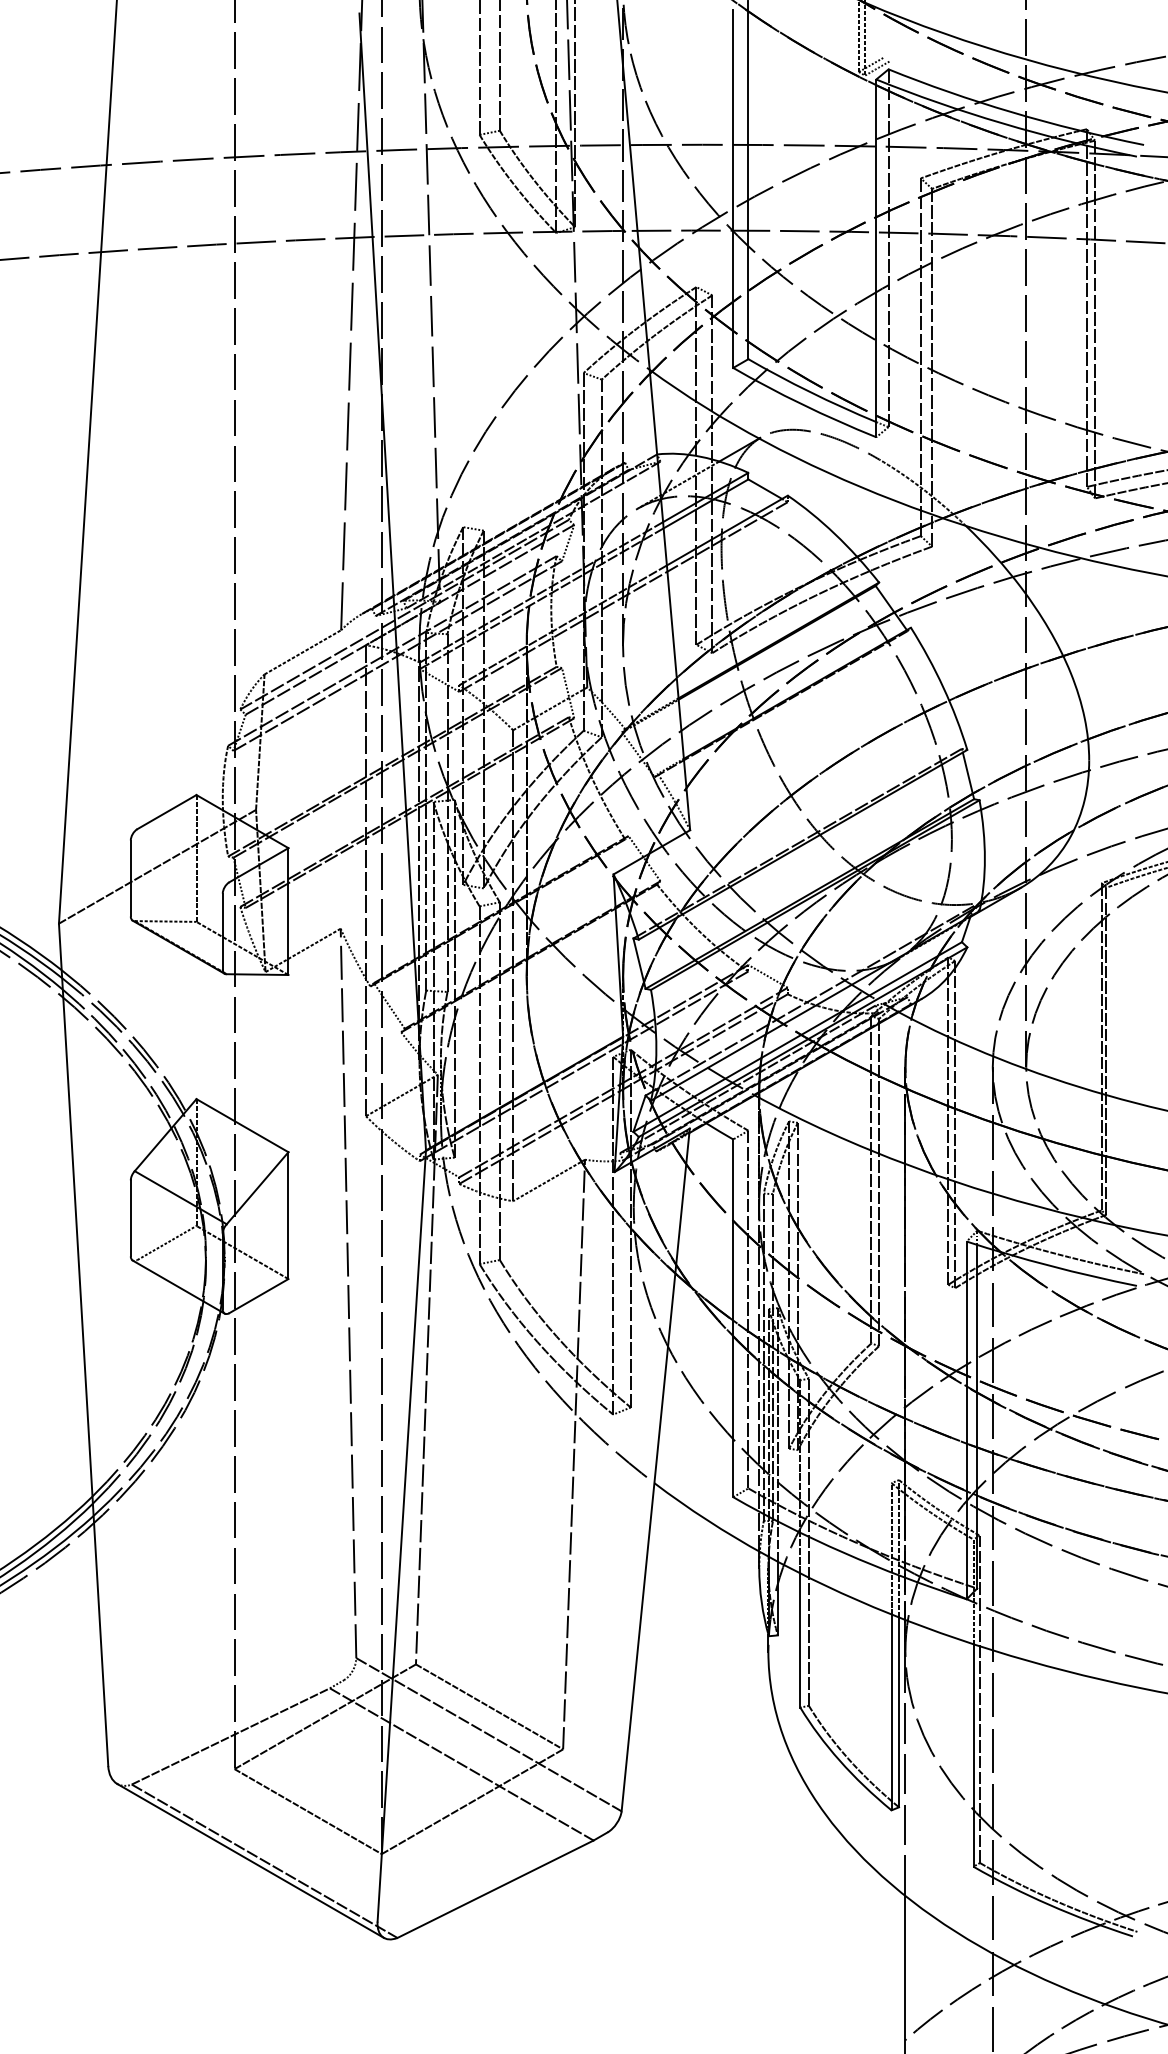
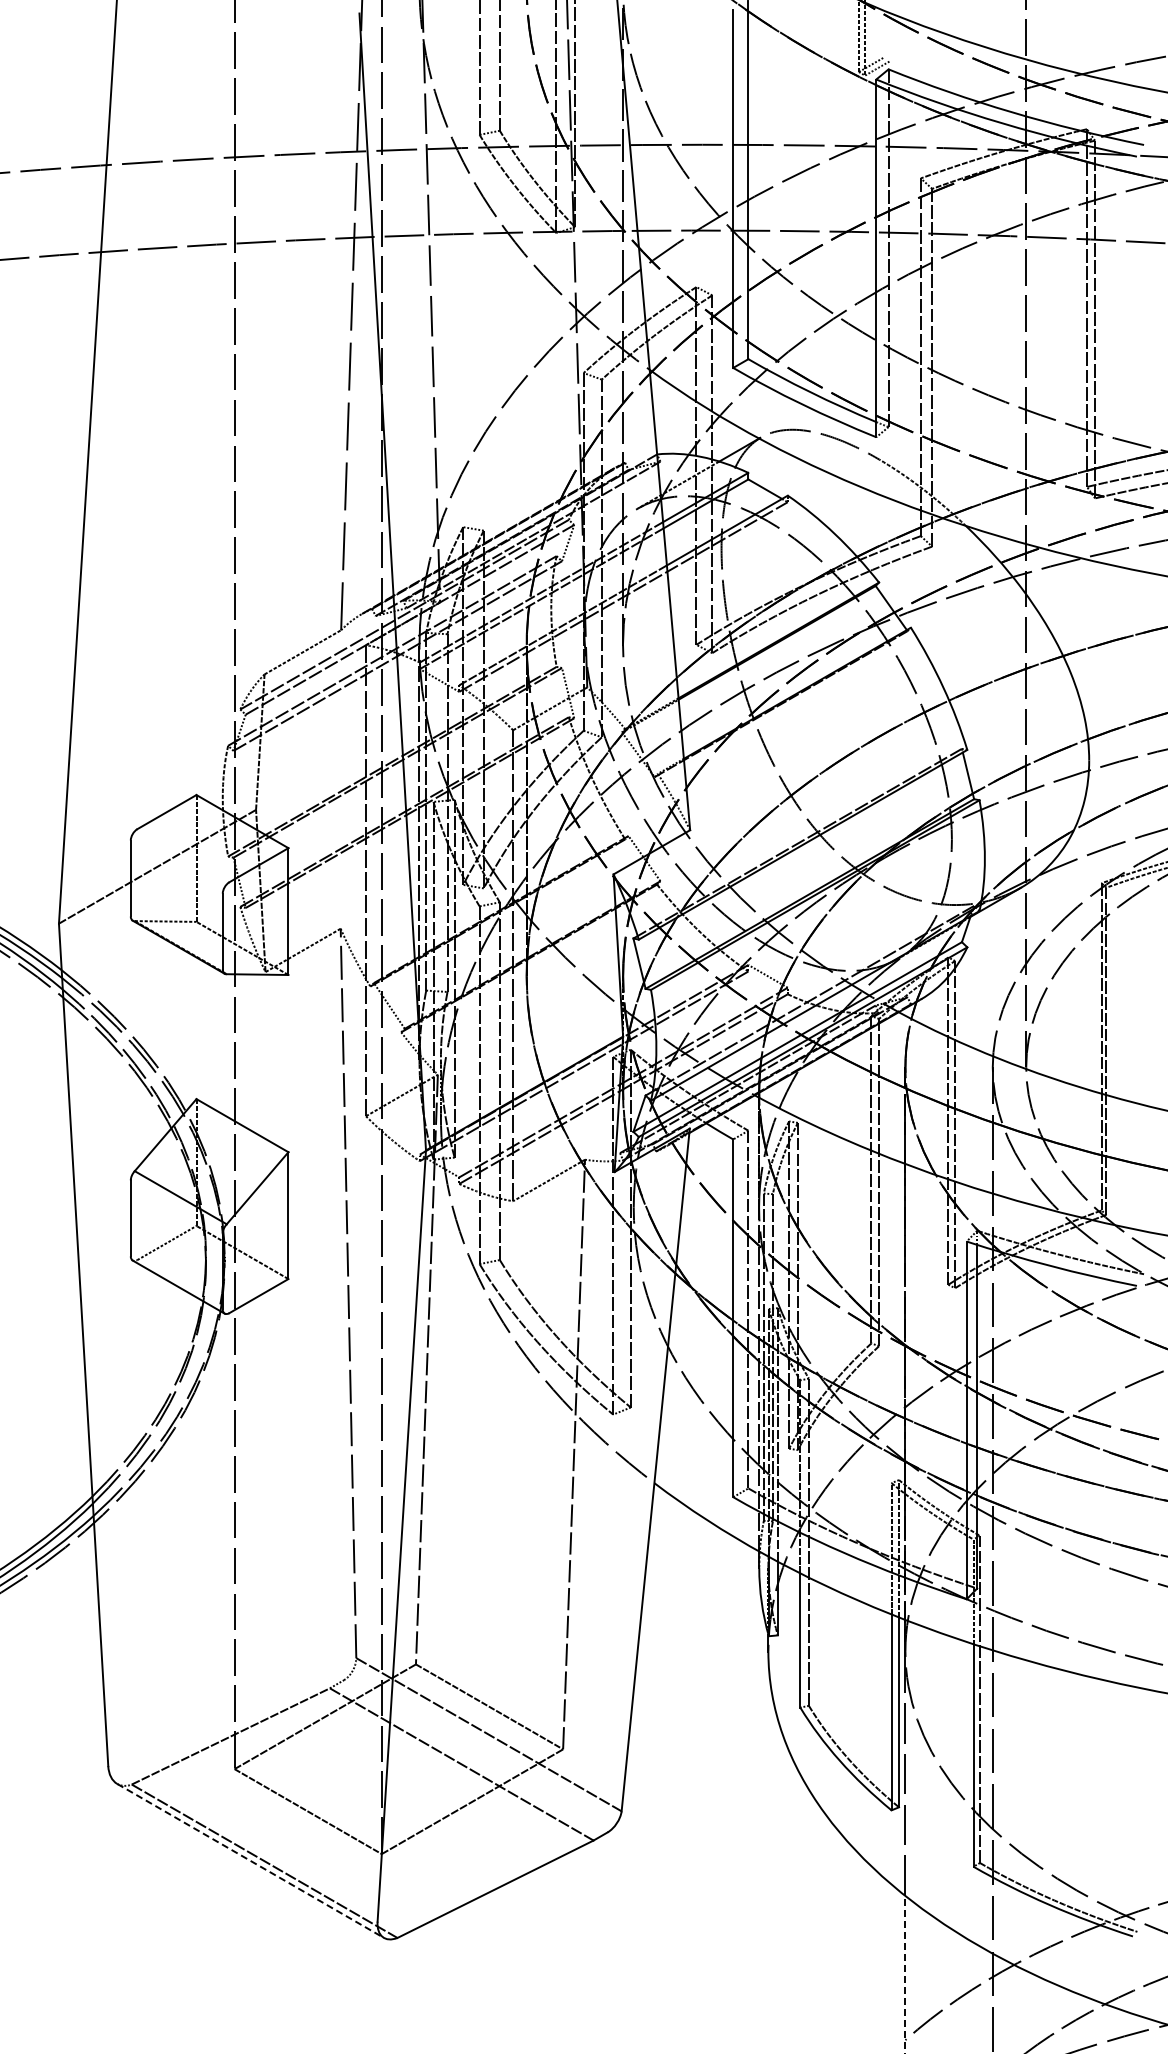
line at (250, 1860): solid -> dashed
line at (905, 1974): solid -> dashed
